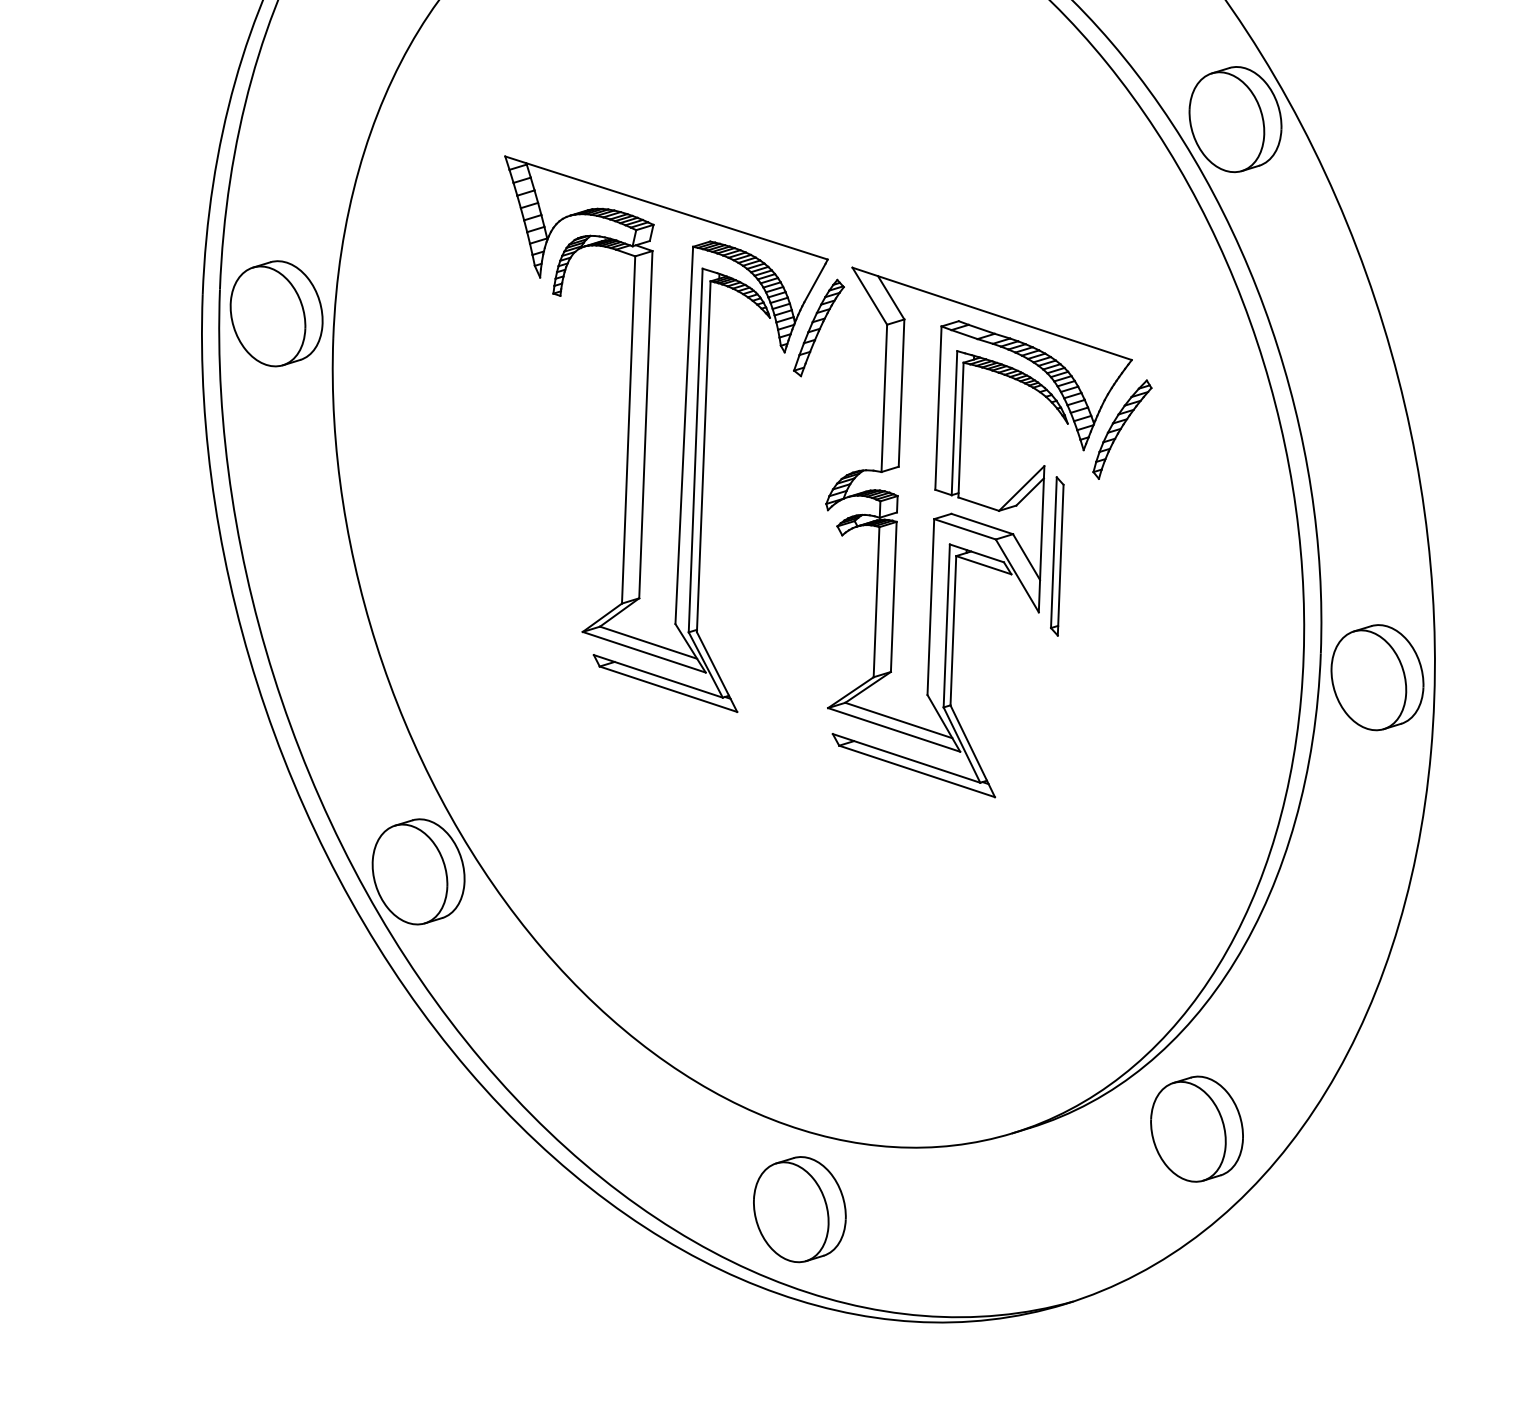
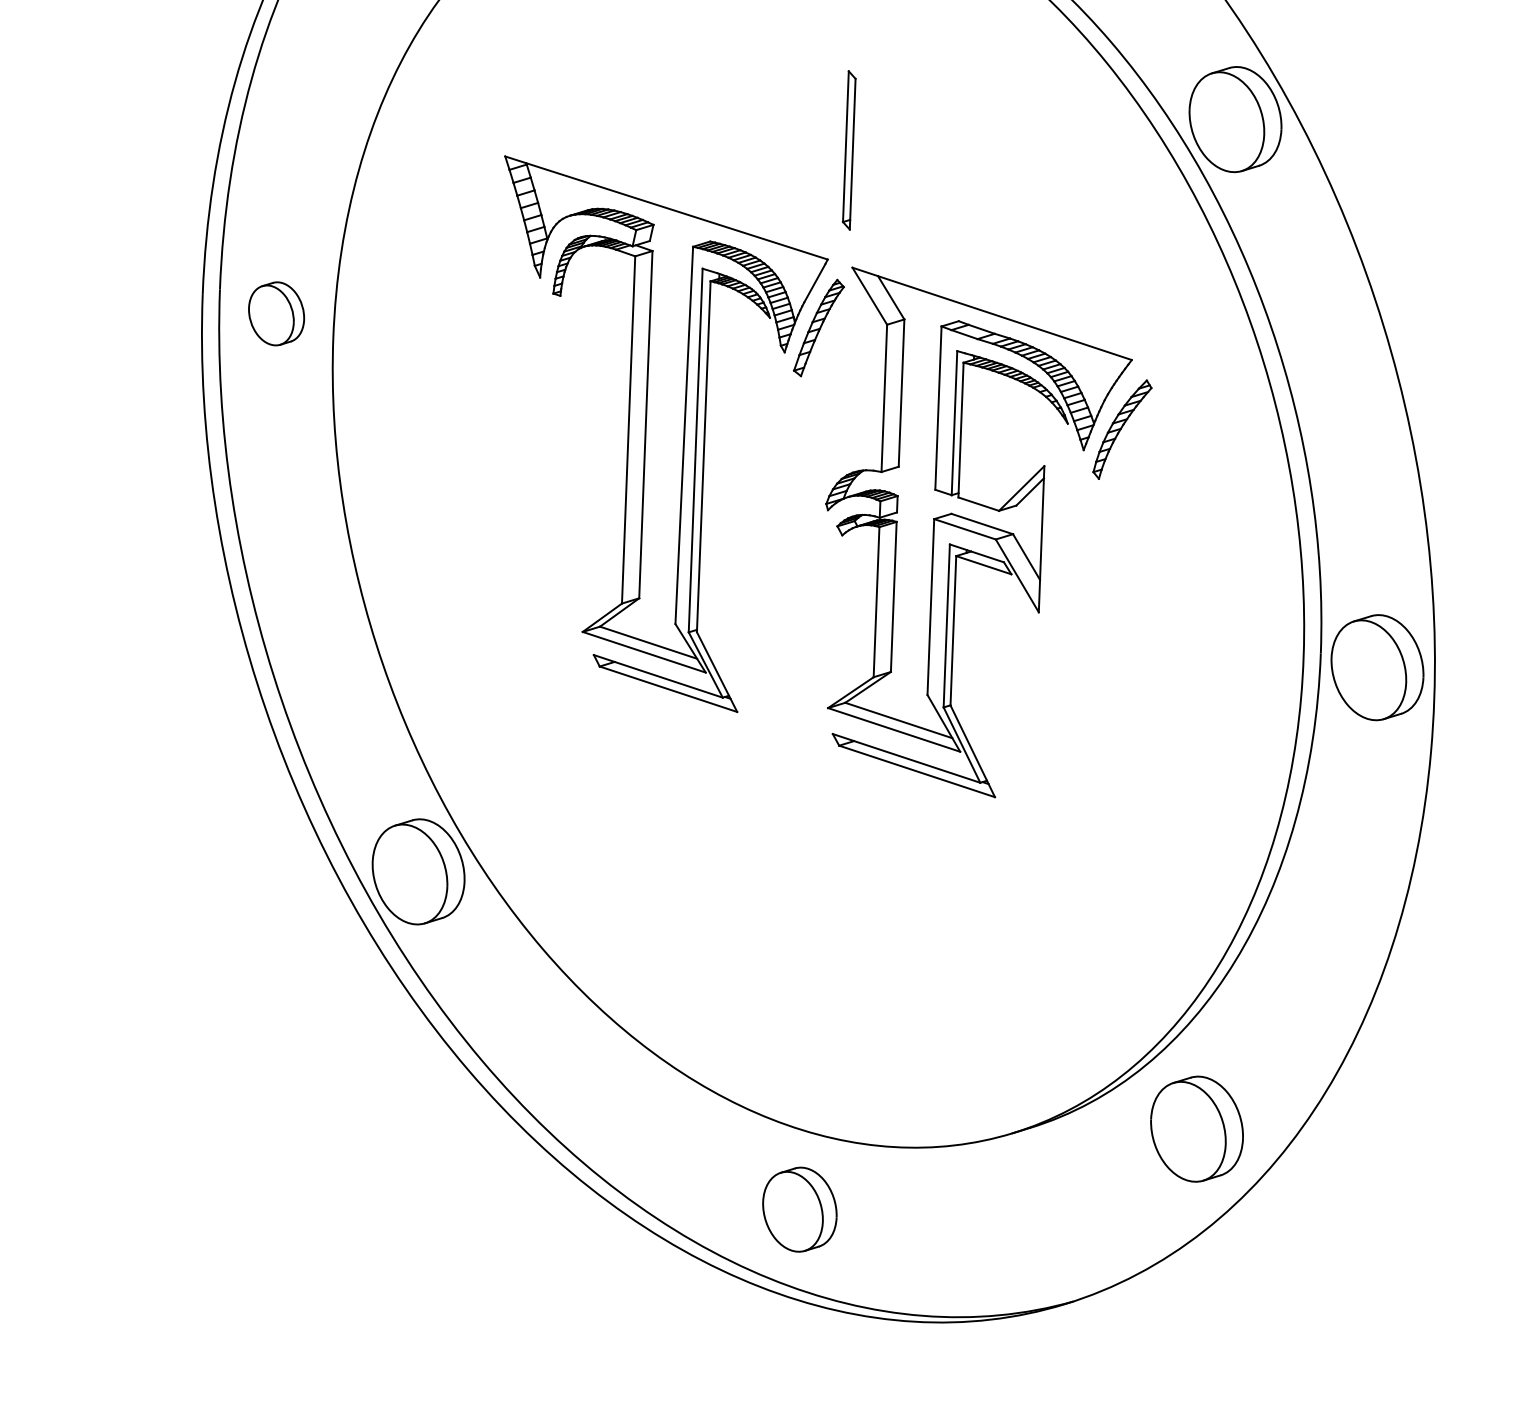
part at (276, 313) size: 95x108 px -> 58x66 px
part at (1057, 556) position: (1057, 556) -> (849, 150)
part at (1377, 677) position: (1377, 677) -> (1377, 667)
part at (799, 1209) size: 94x108 px -> 76x87 px
